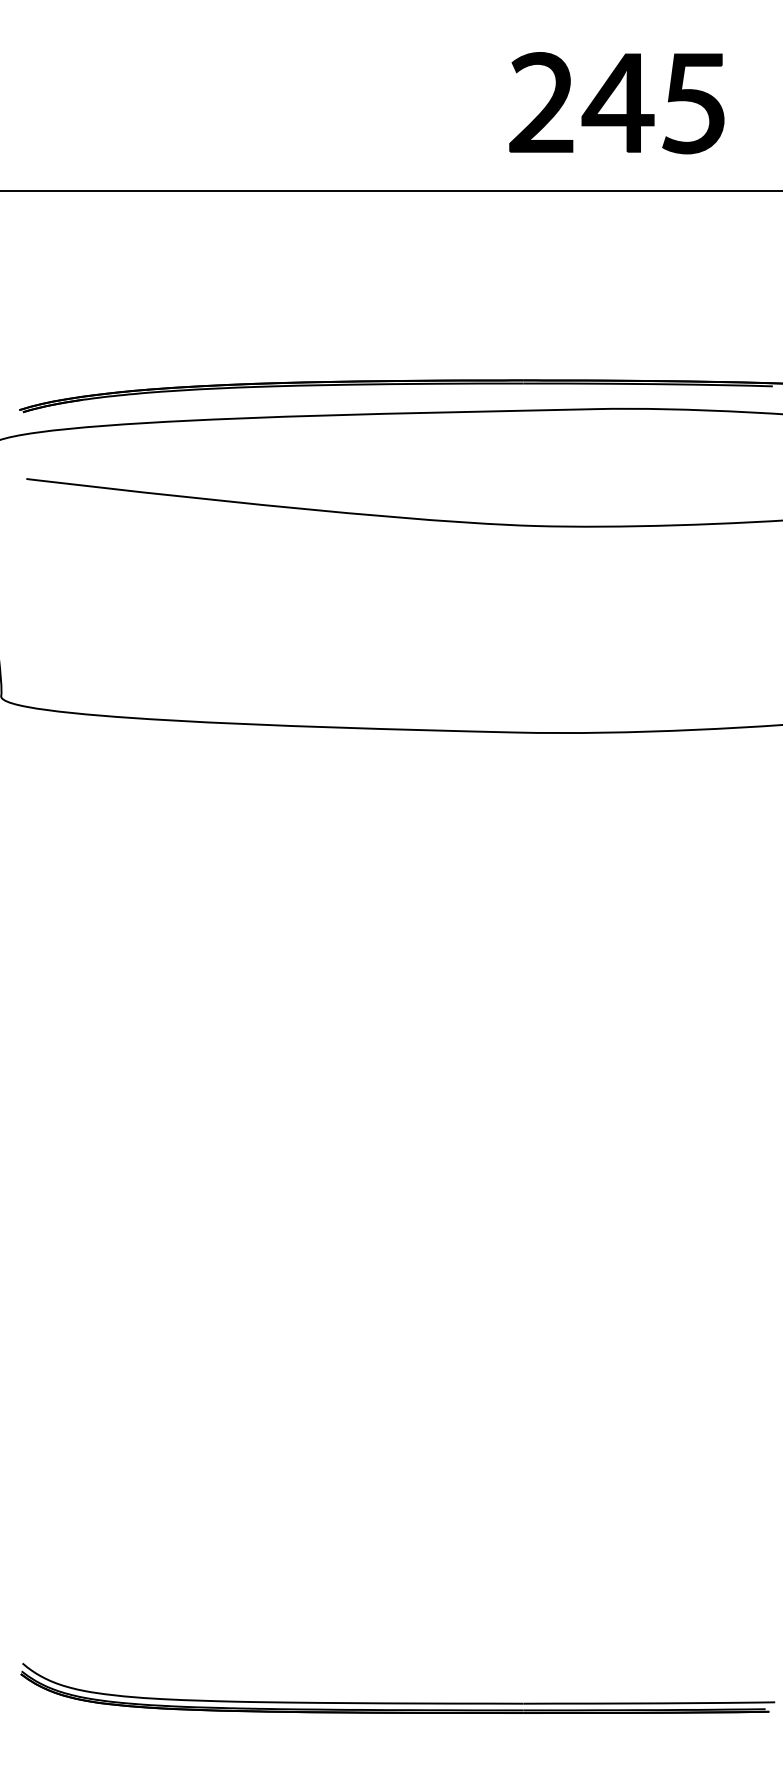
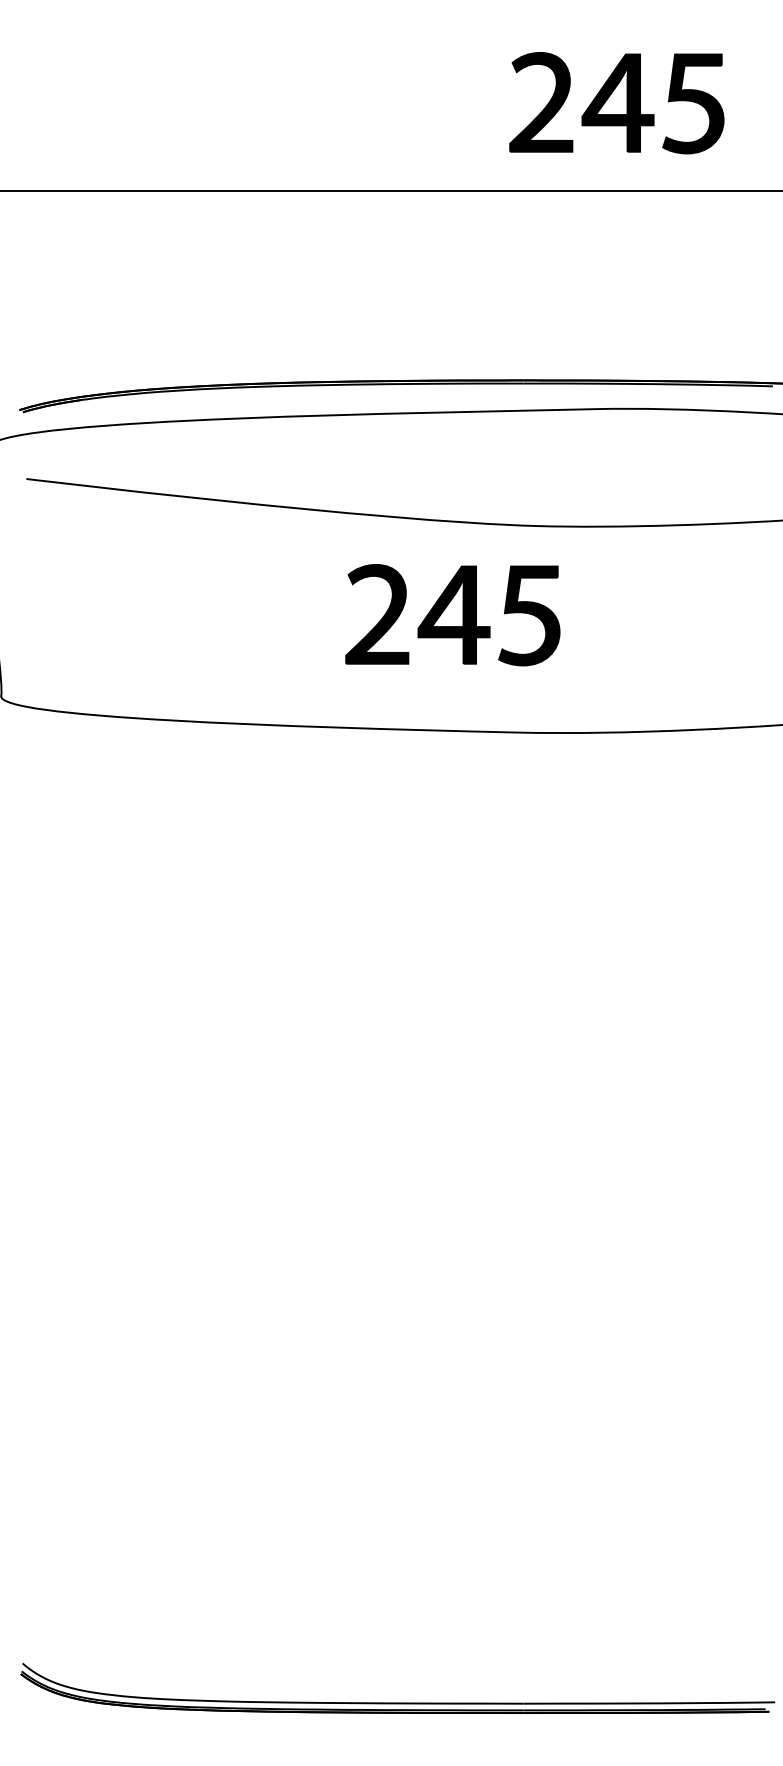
part at (452, 615): none -> present
